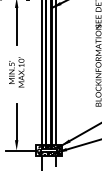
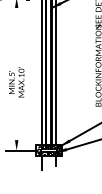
line at (16, 25): present -> none
text at (16, 72) position: (16, 72) -> (16, 82)
line at (16, 121): present -> none
